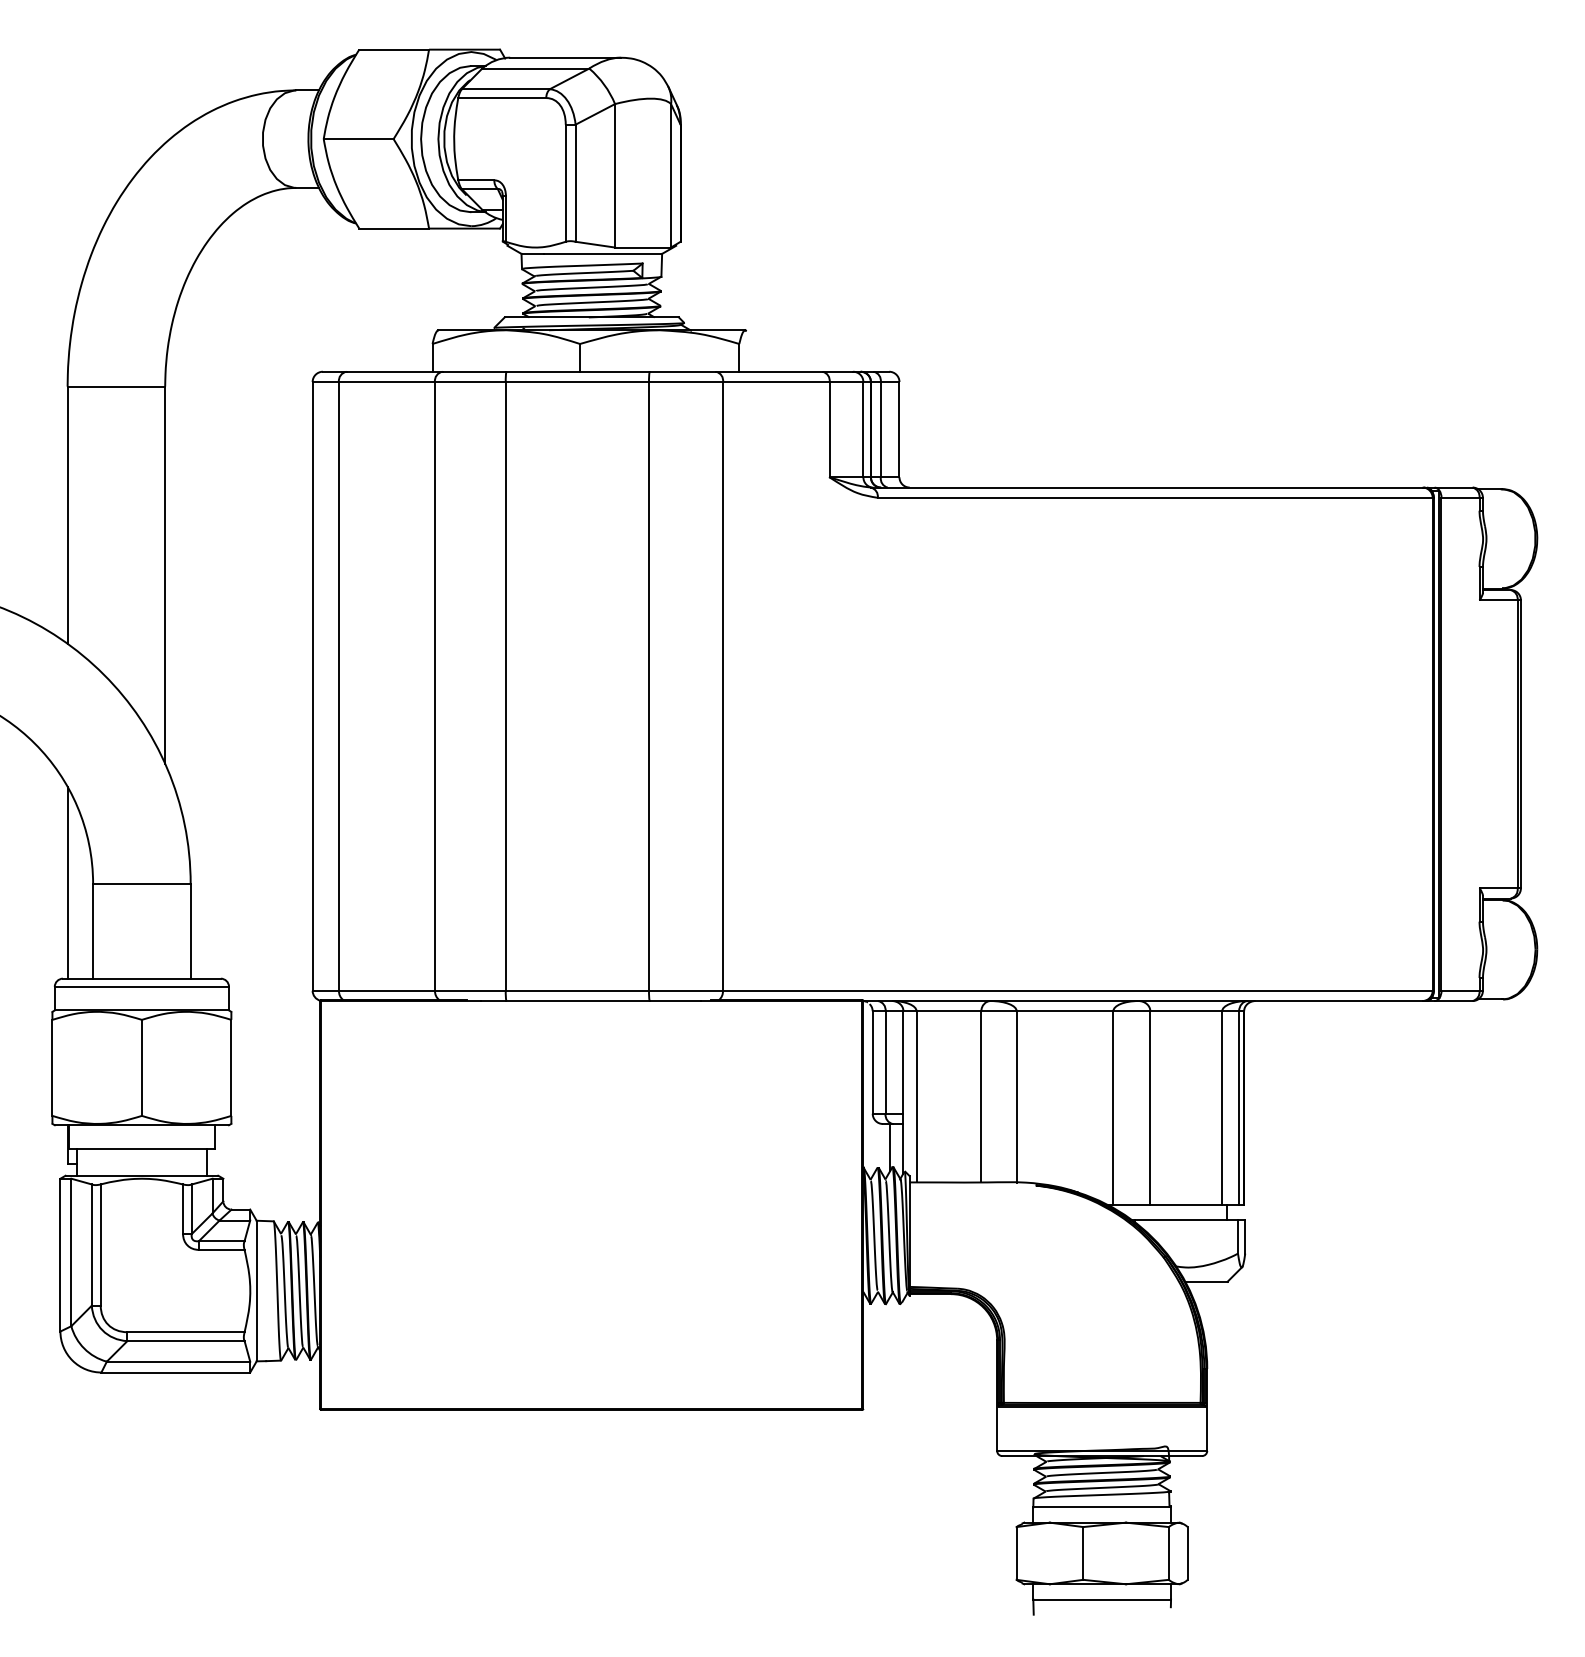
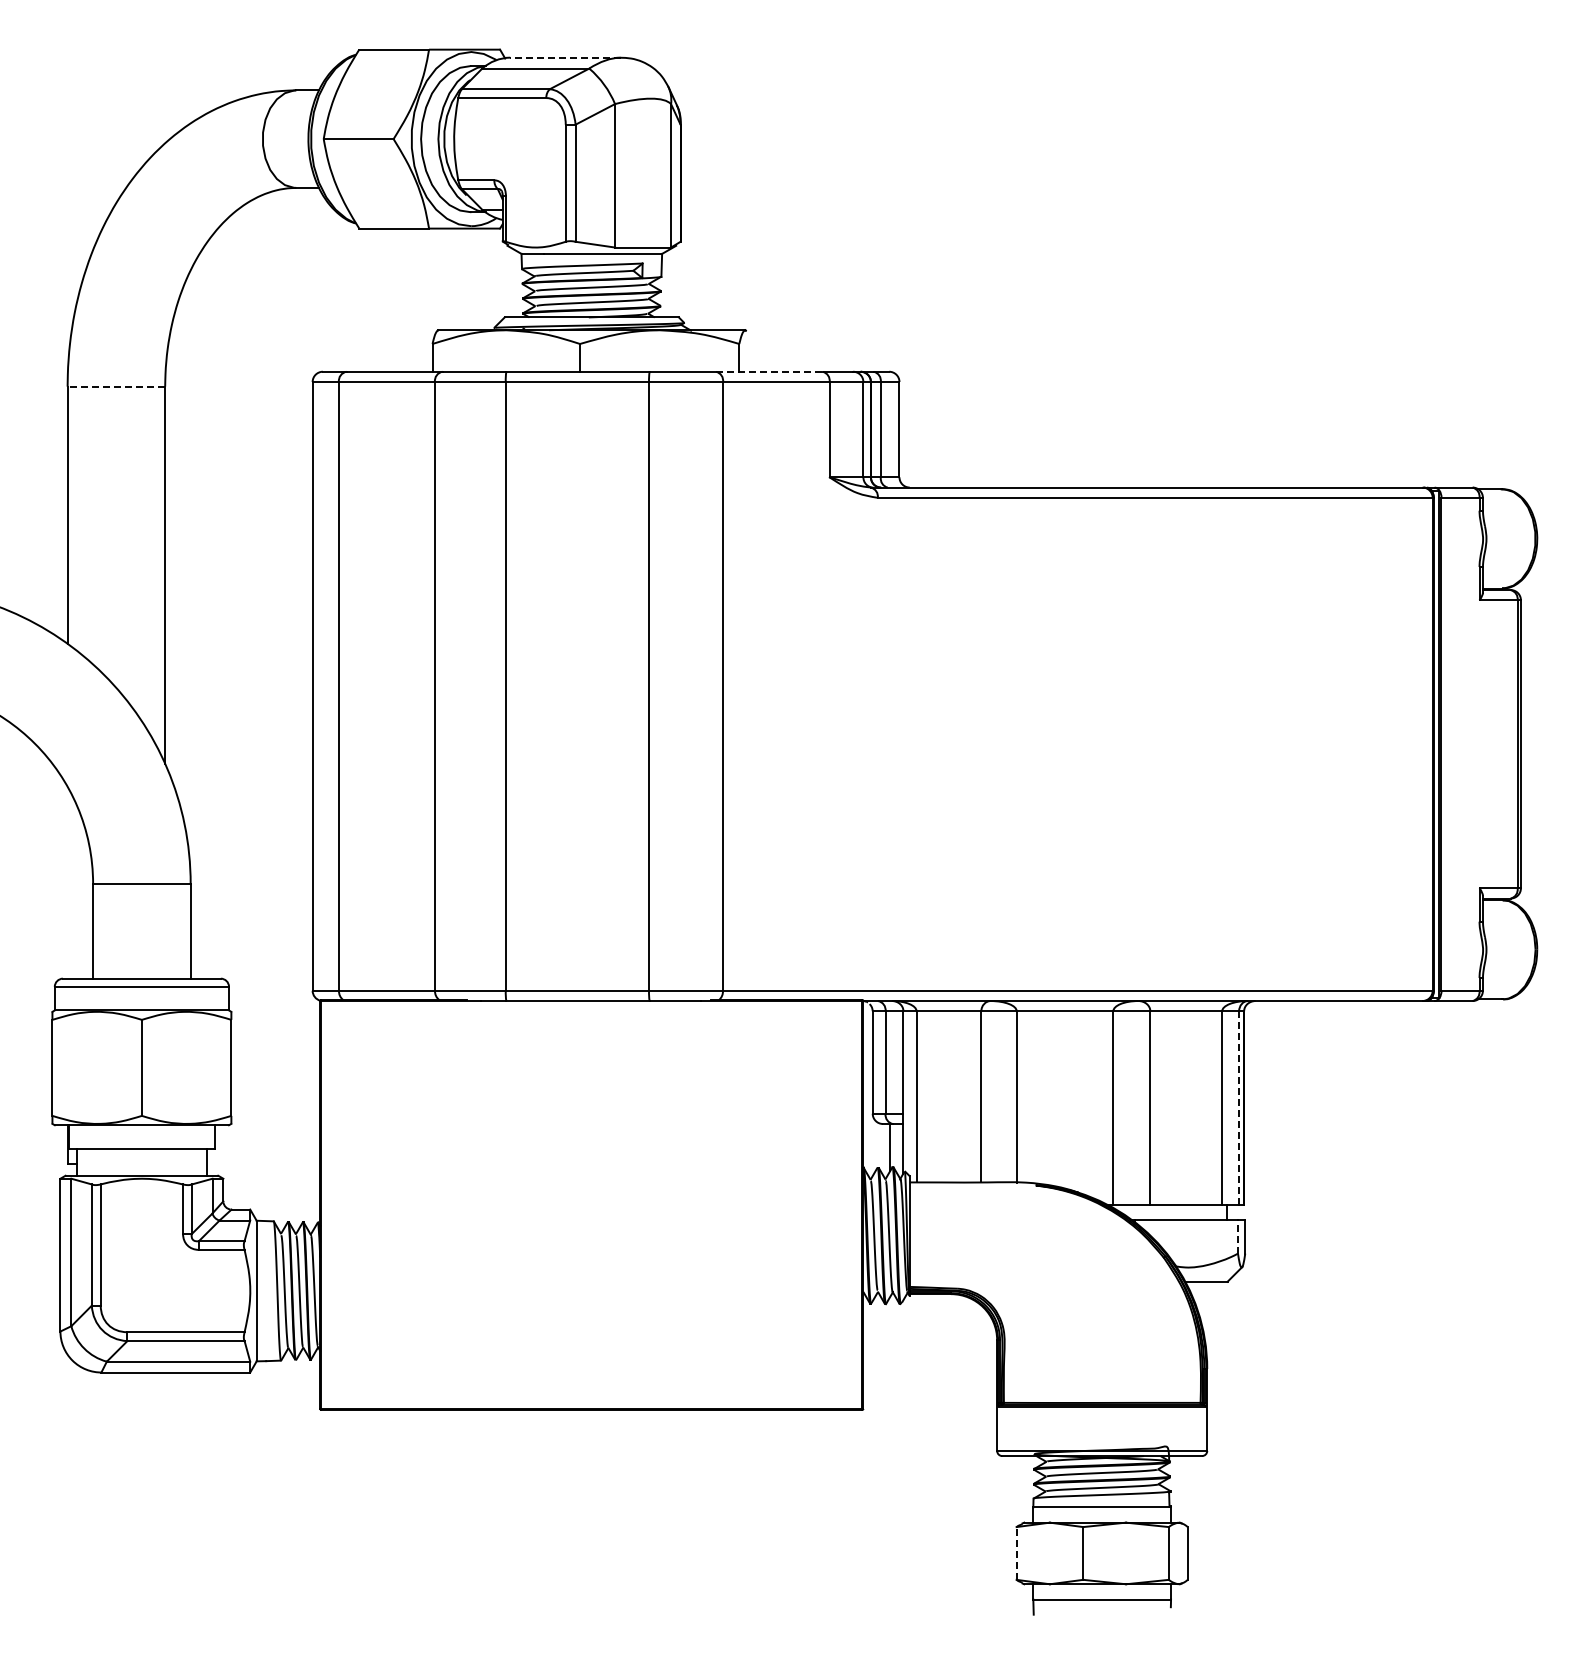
line at (565, 57): solid -> dashed
line at (769, 371): solid -> dashed
line at (116, 386): solid -> dashed
line at (67, 882): present -> none
line at (1239, 1108): solid -> dashed
line at (1237, 1236): solid -> dashed
line at (1016, 1552): solid -> dashed
